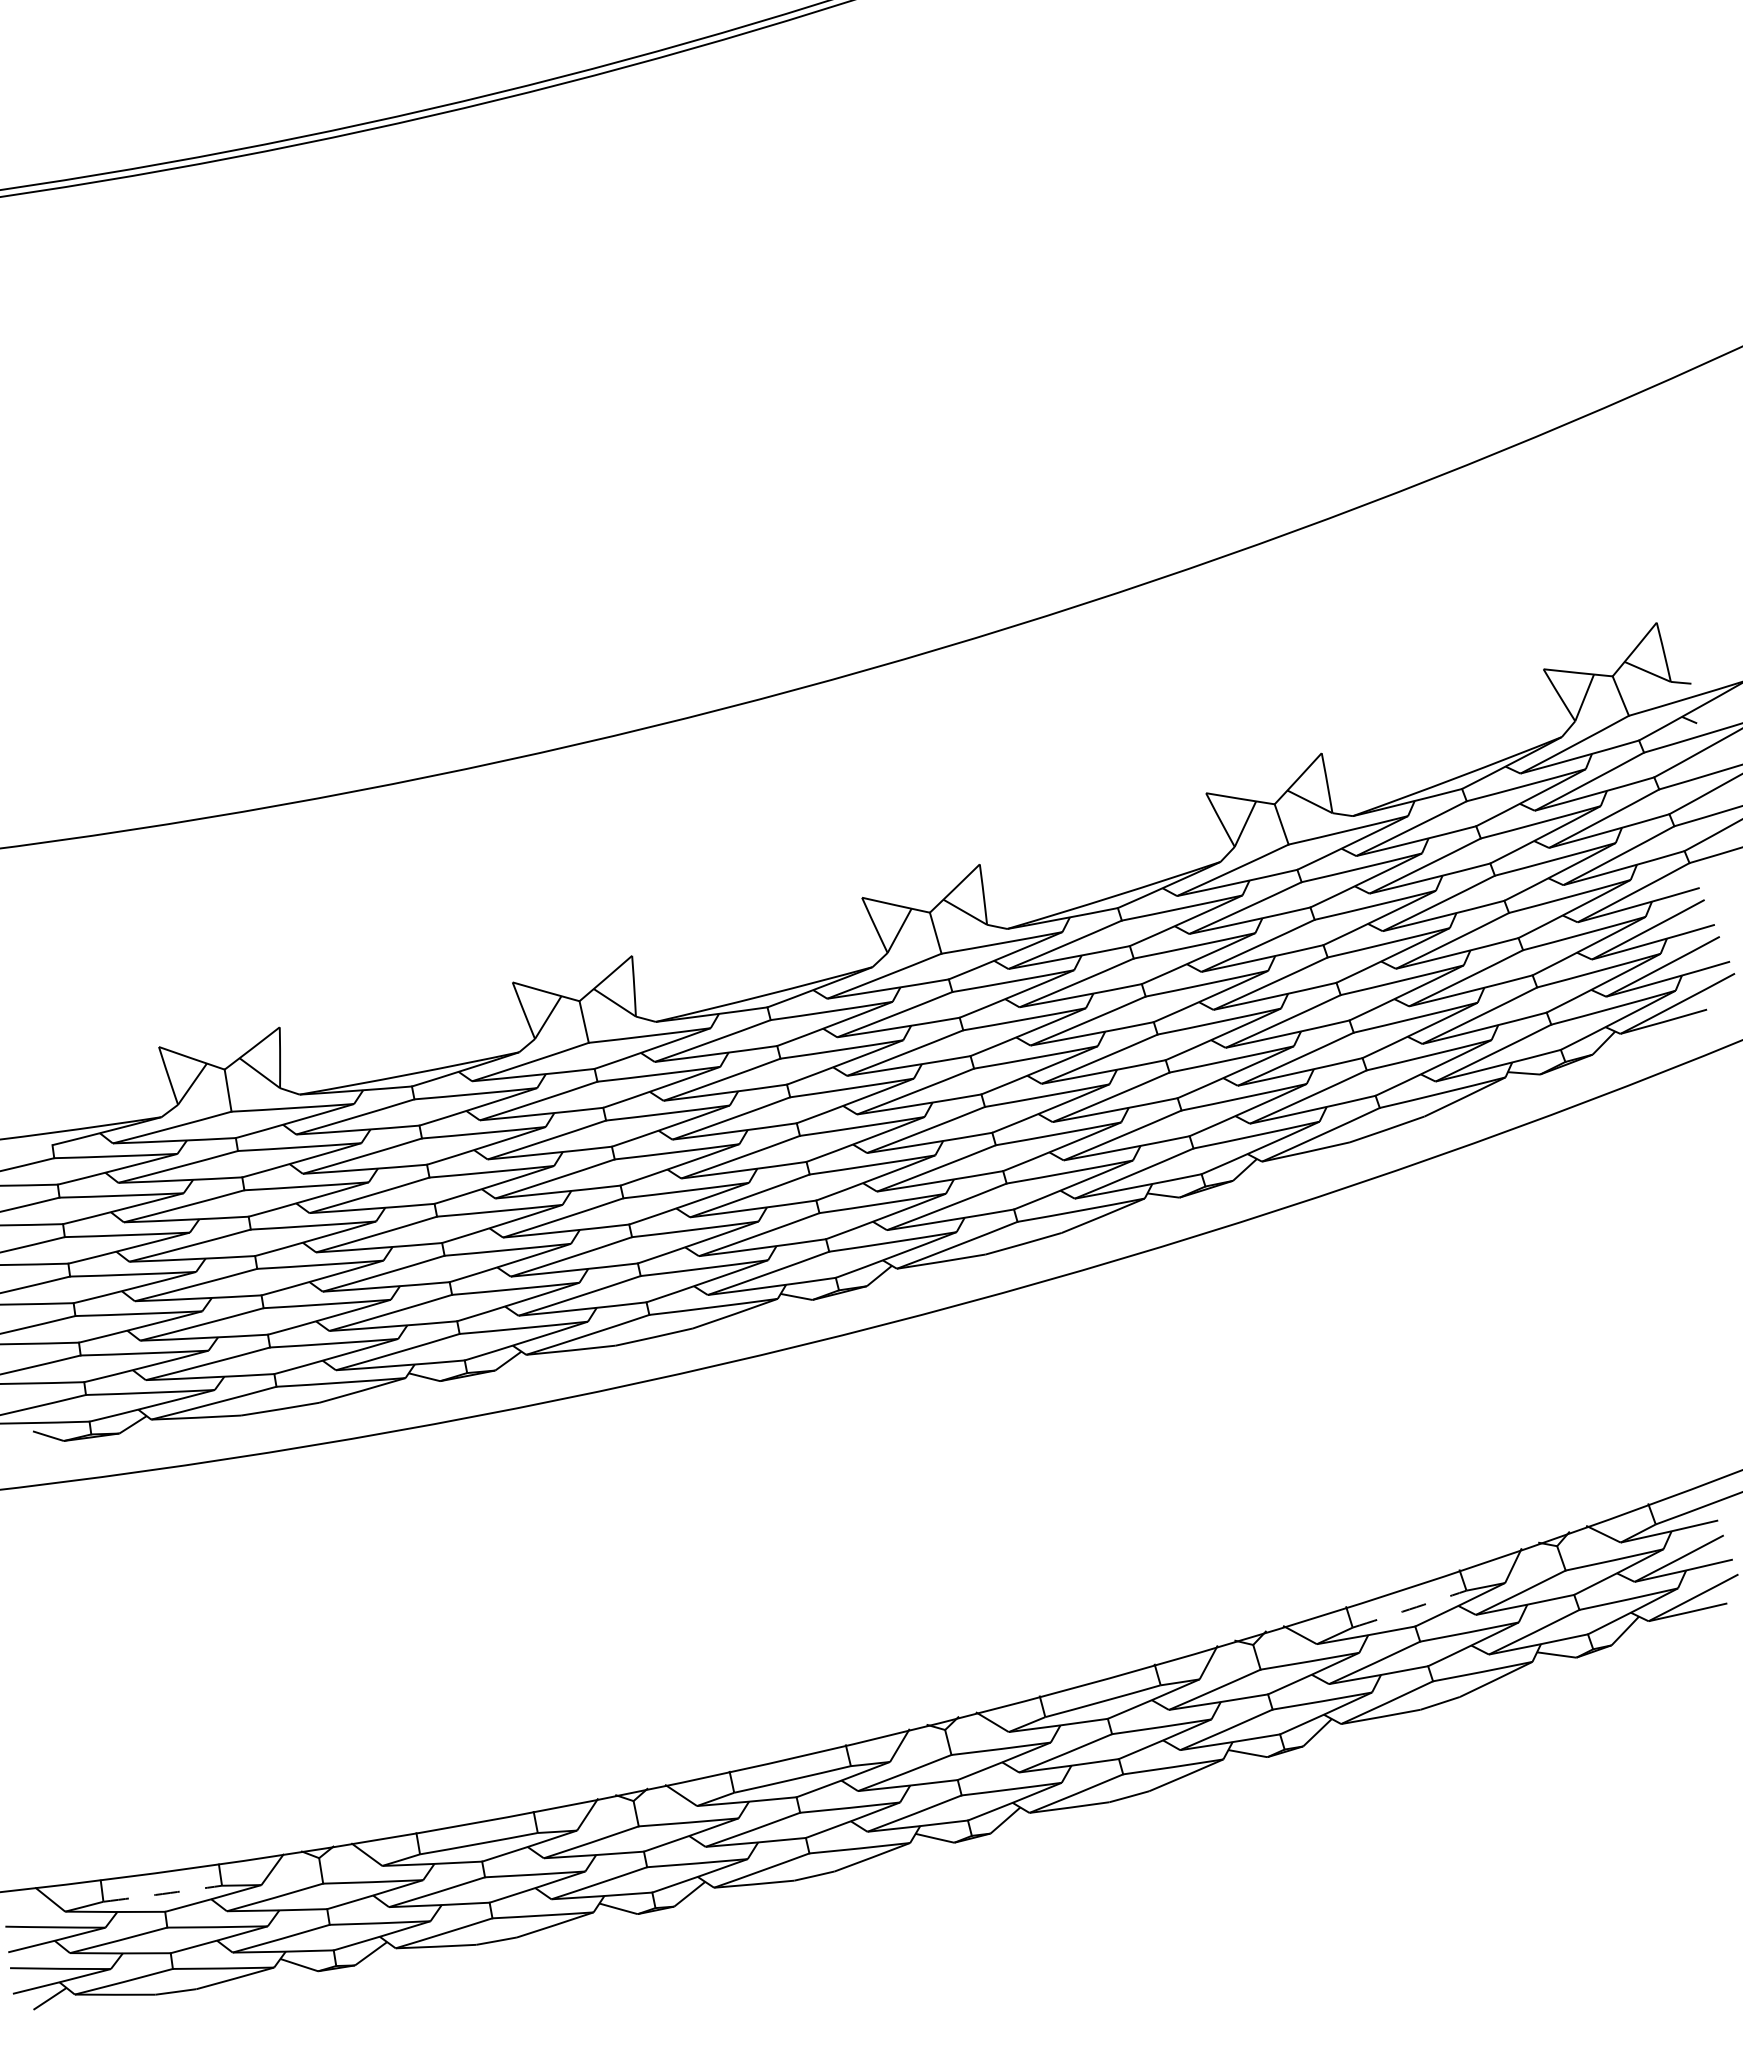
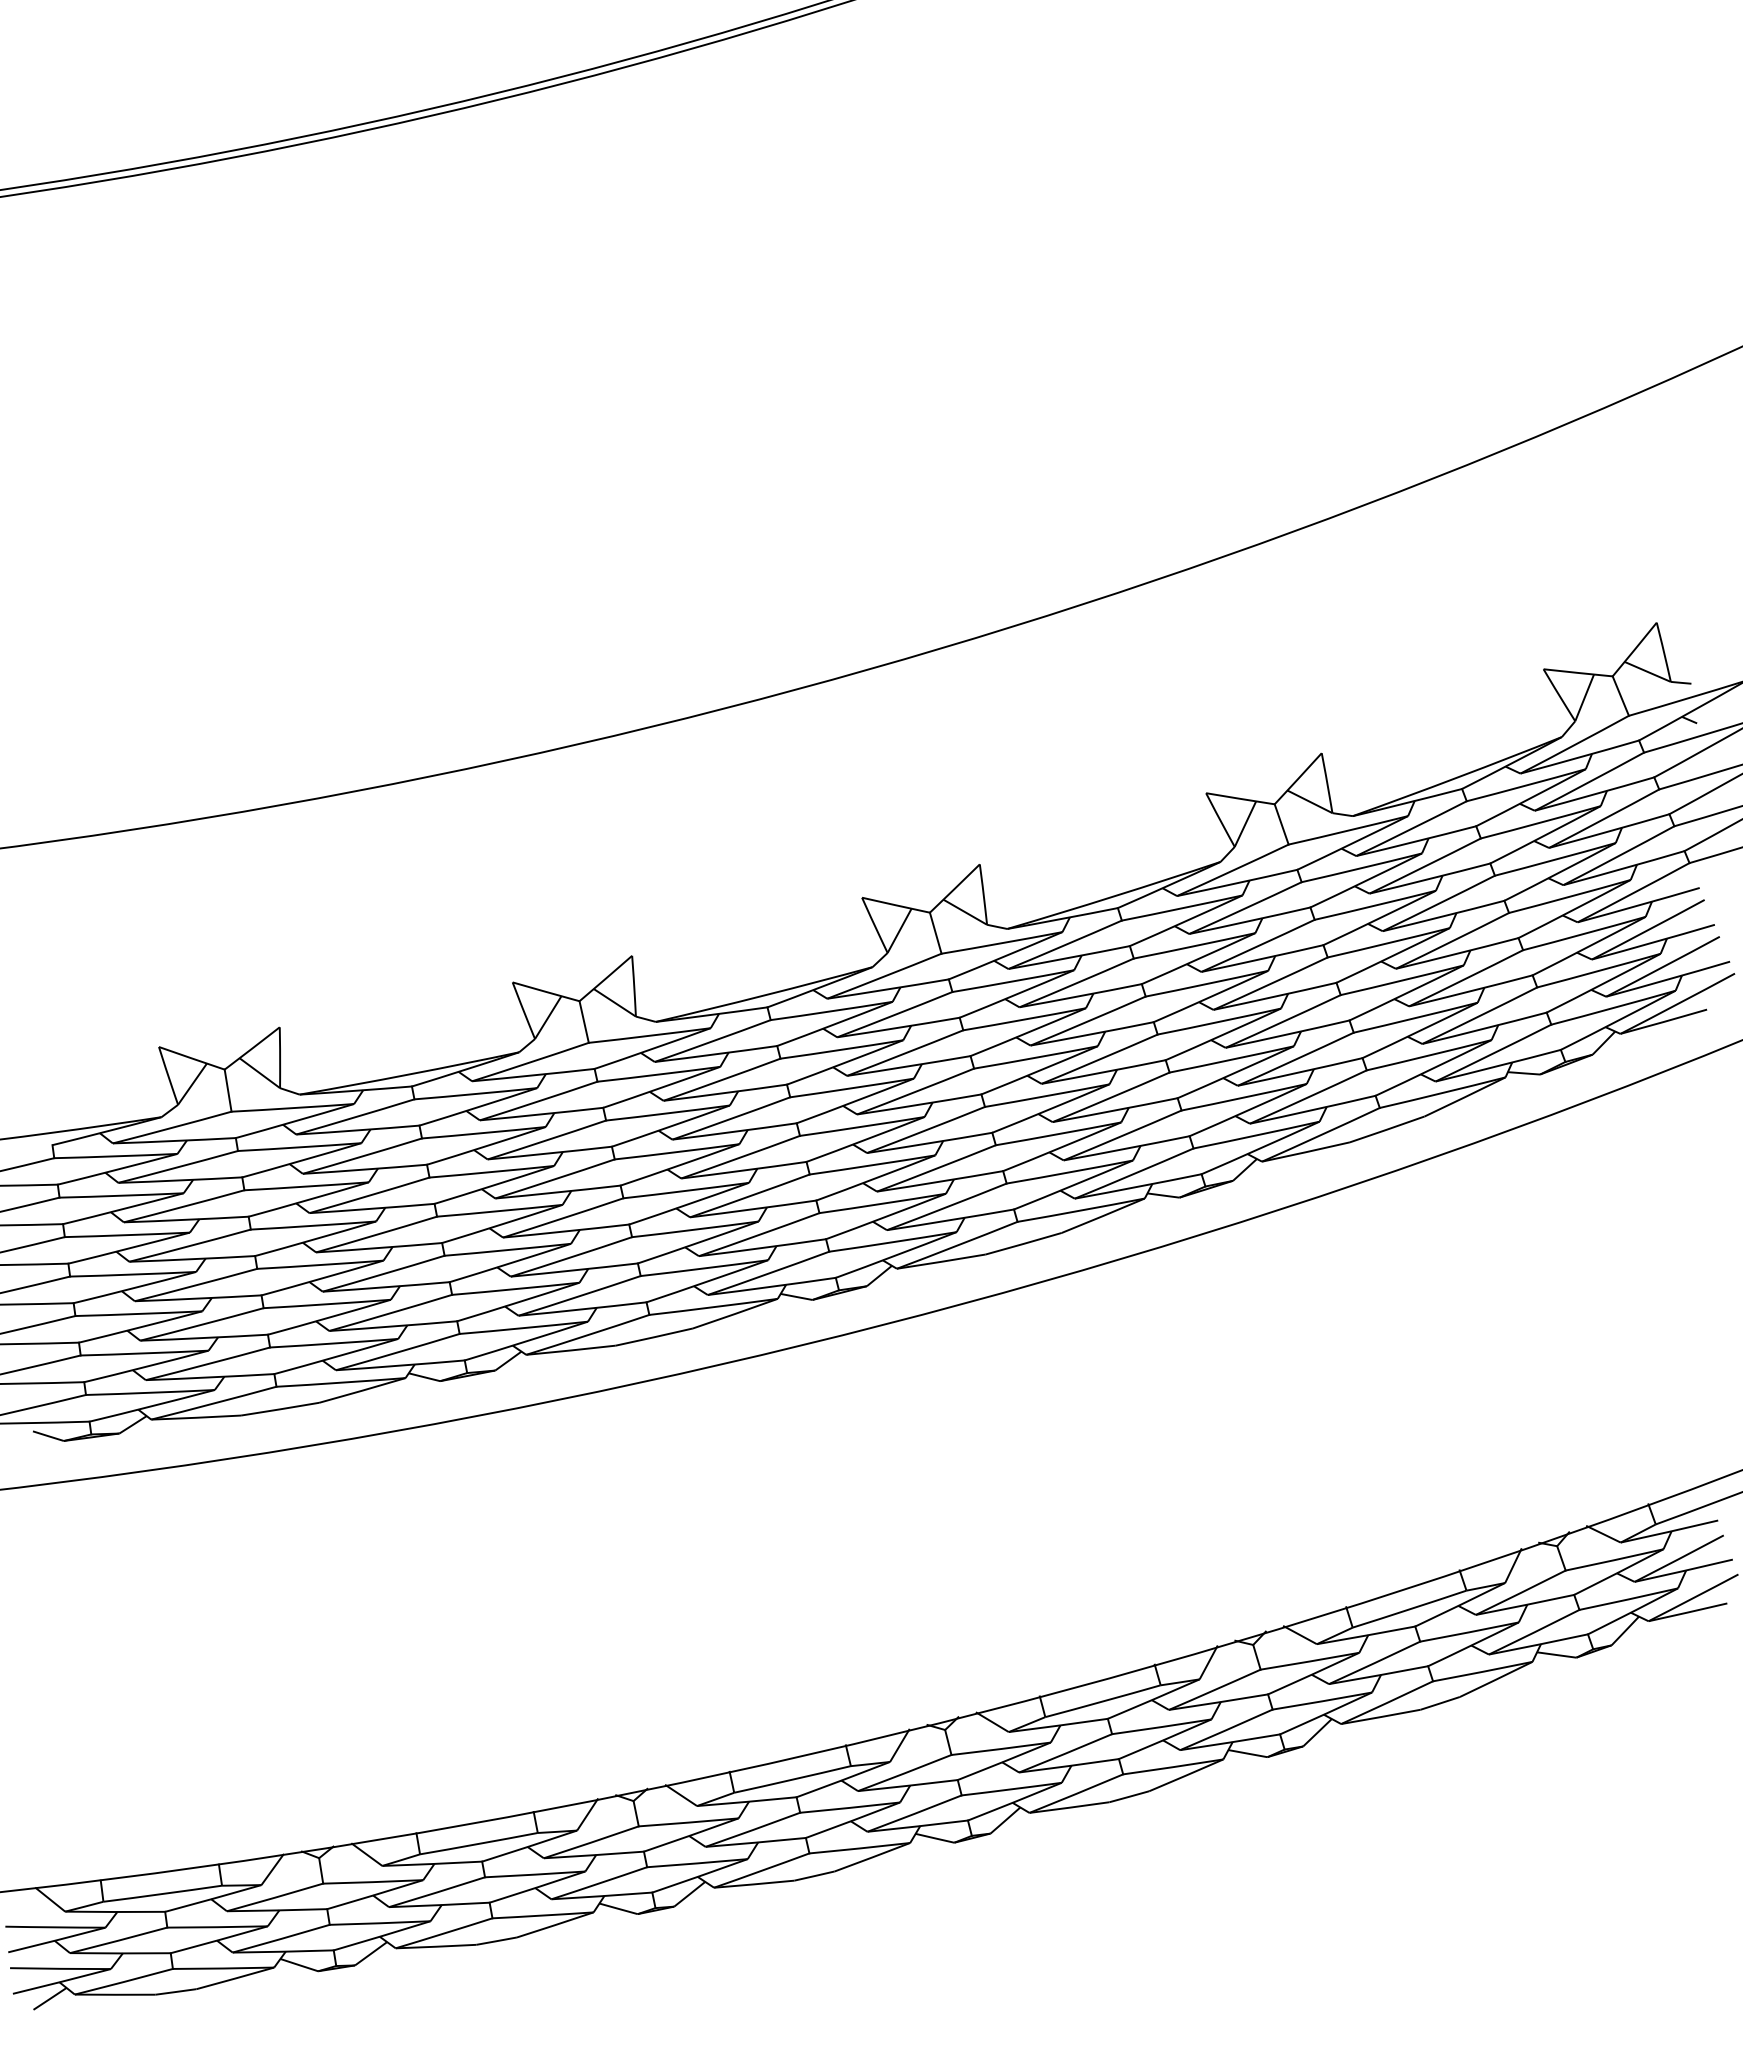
arc at (1409, 1609): dashed -> solid
arc at (162, 1893): dashed -> solid
